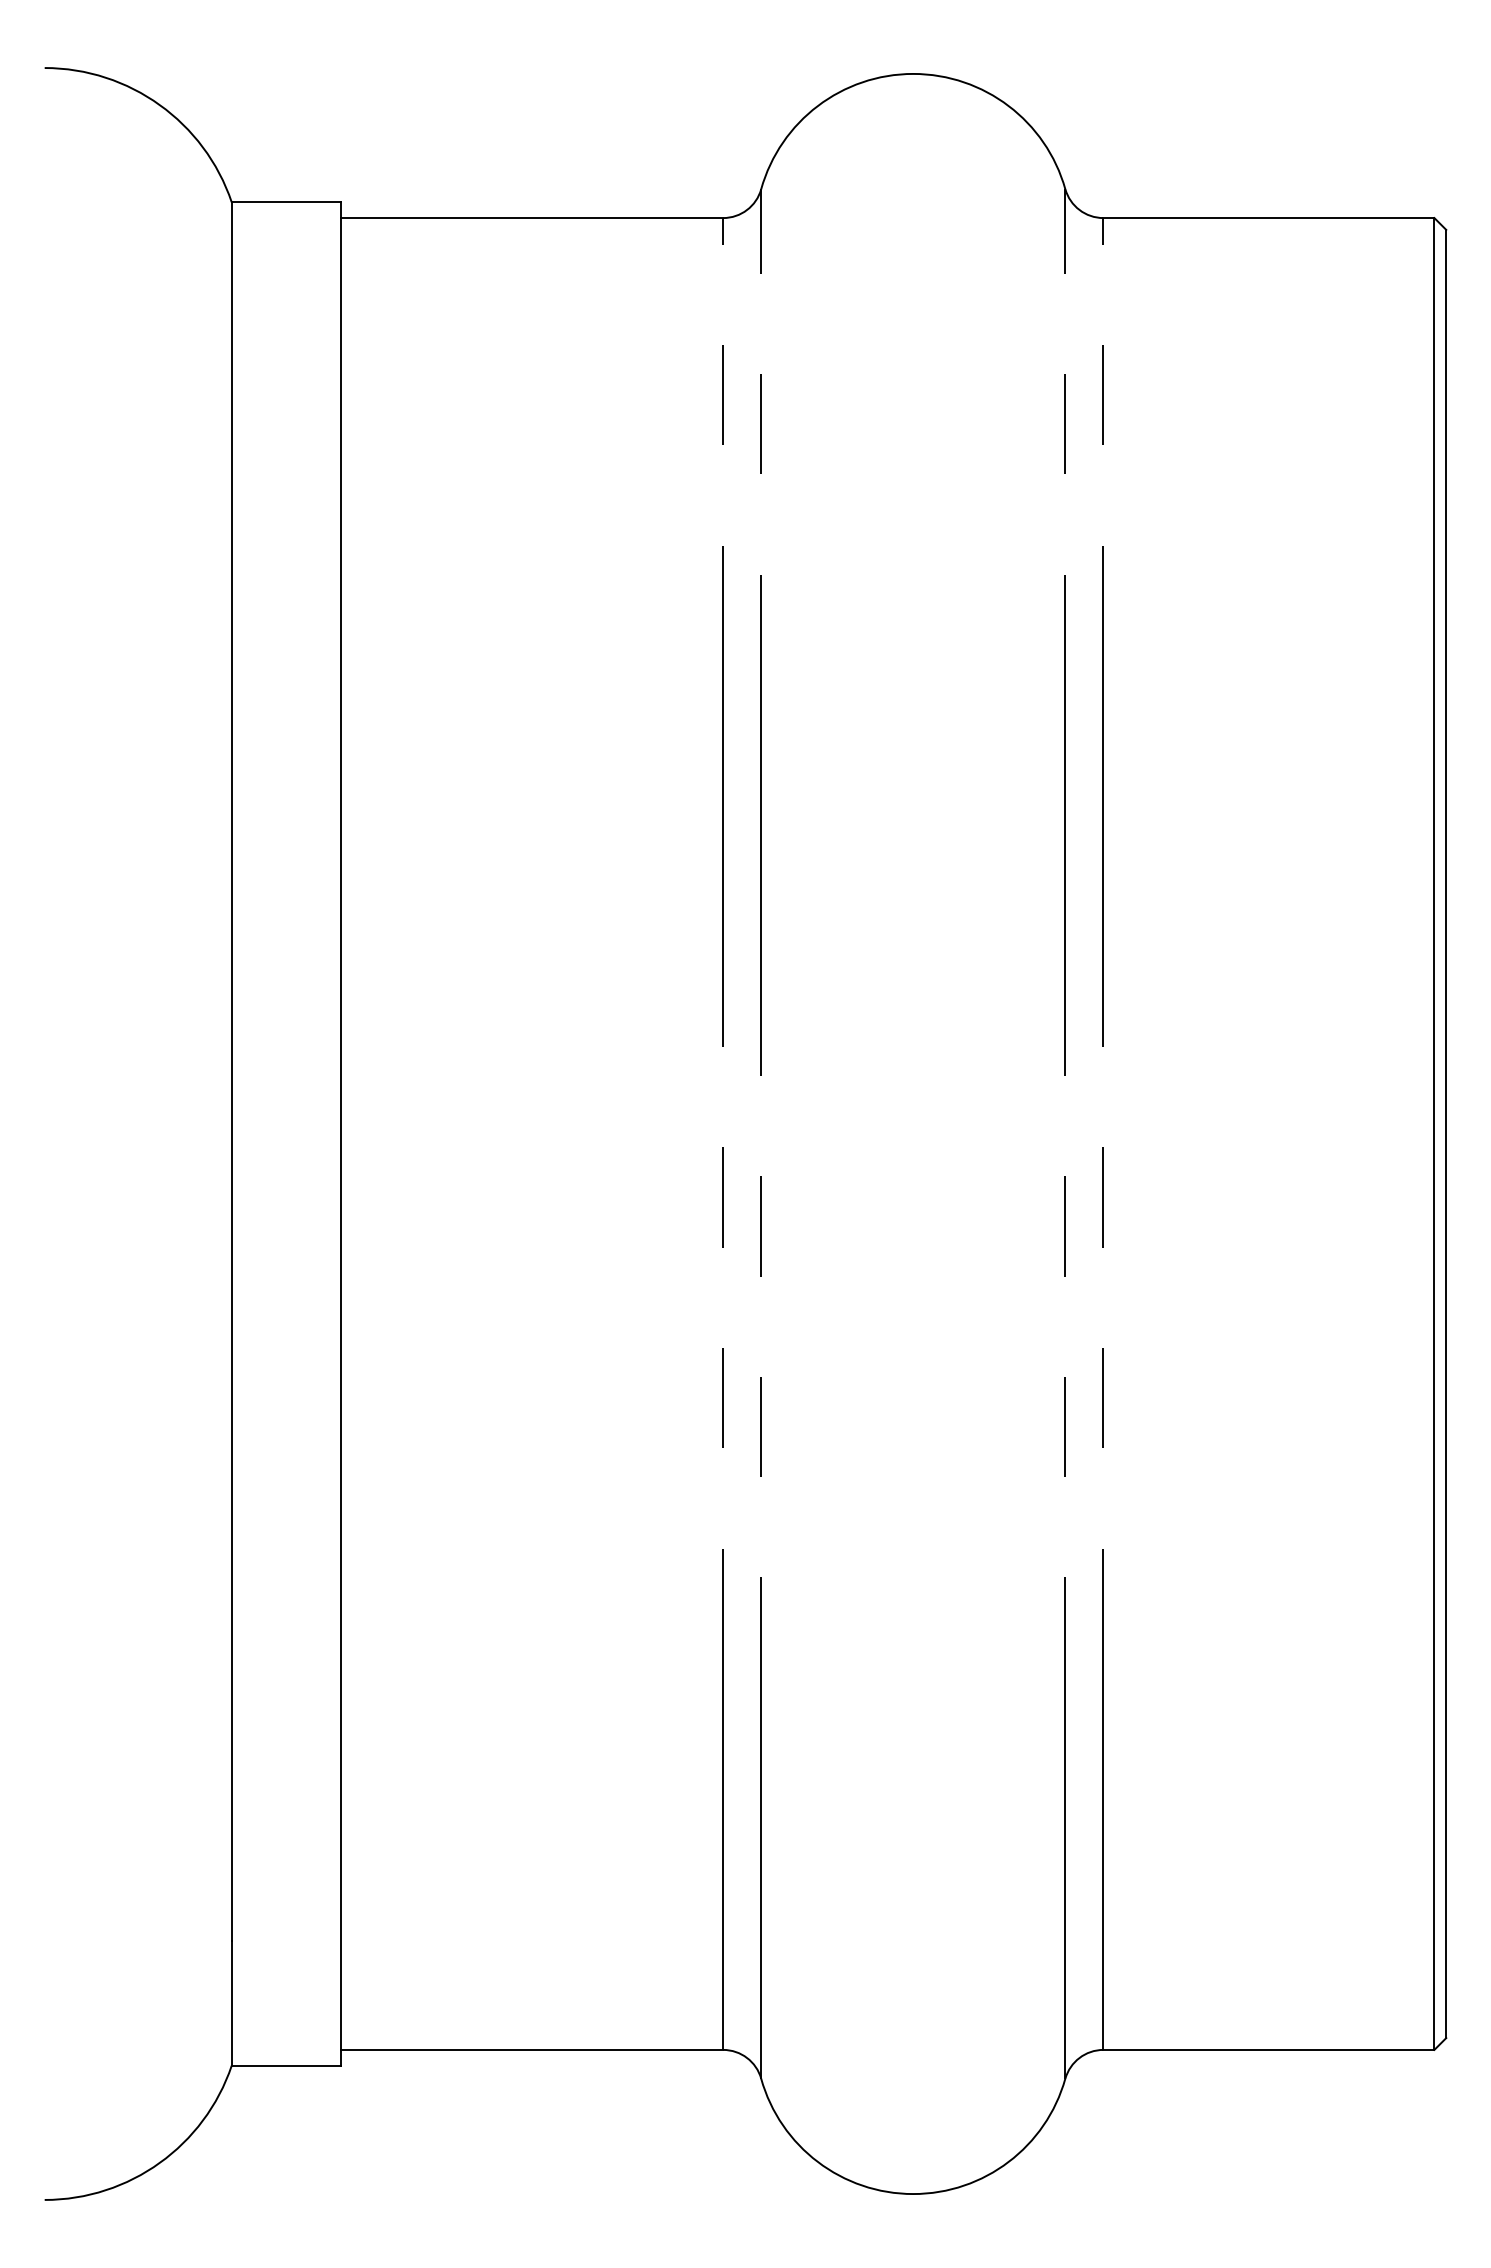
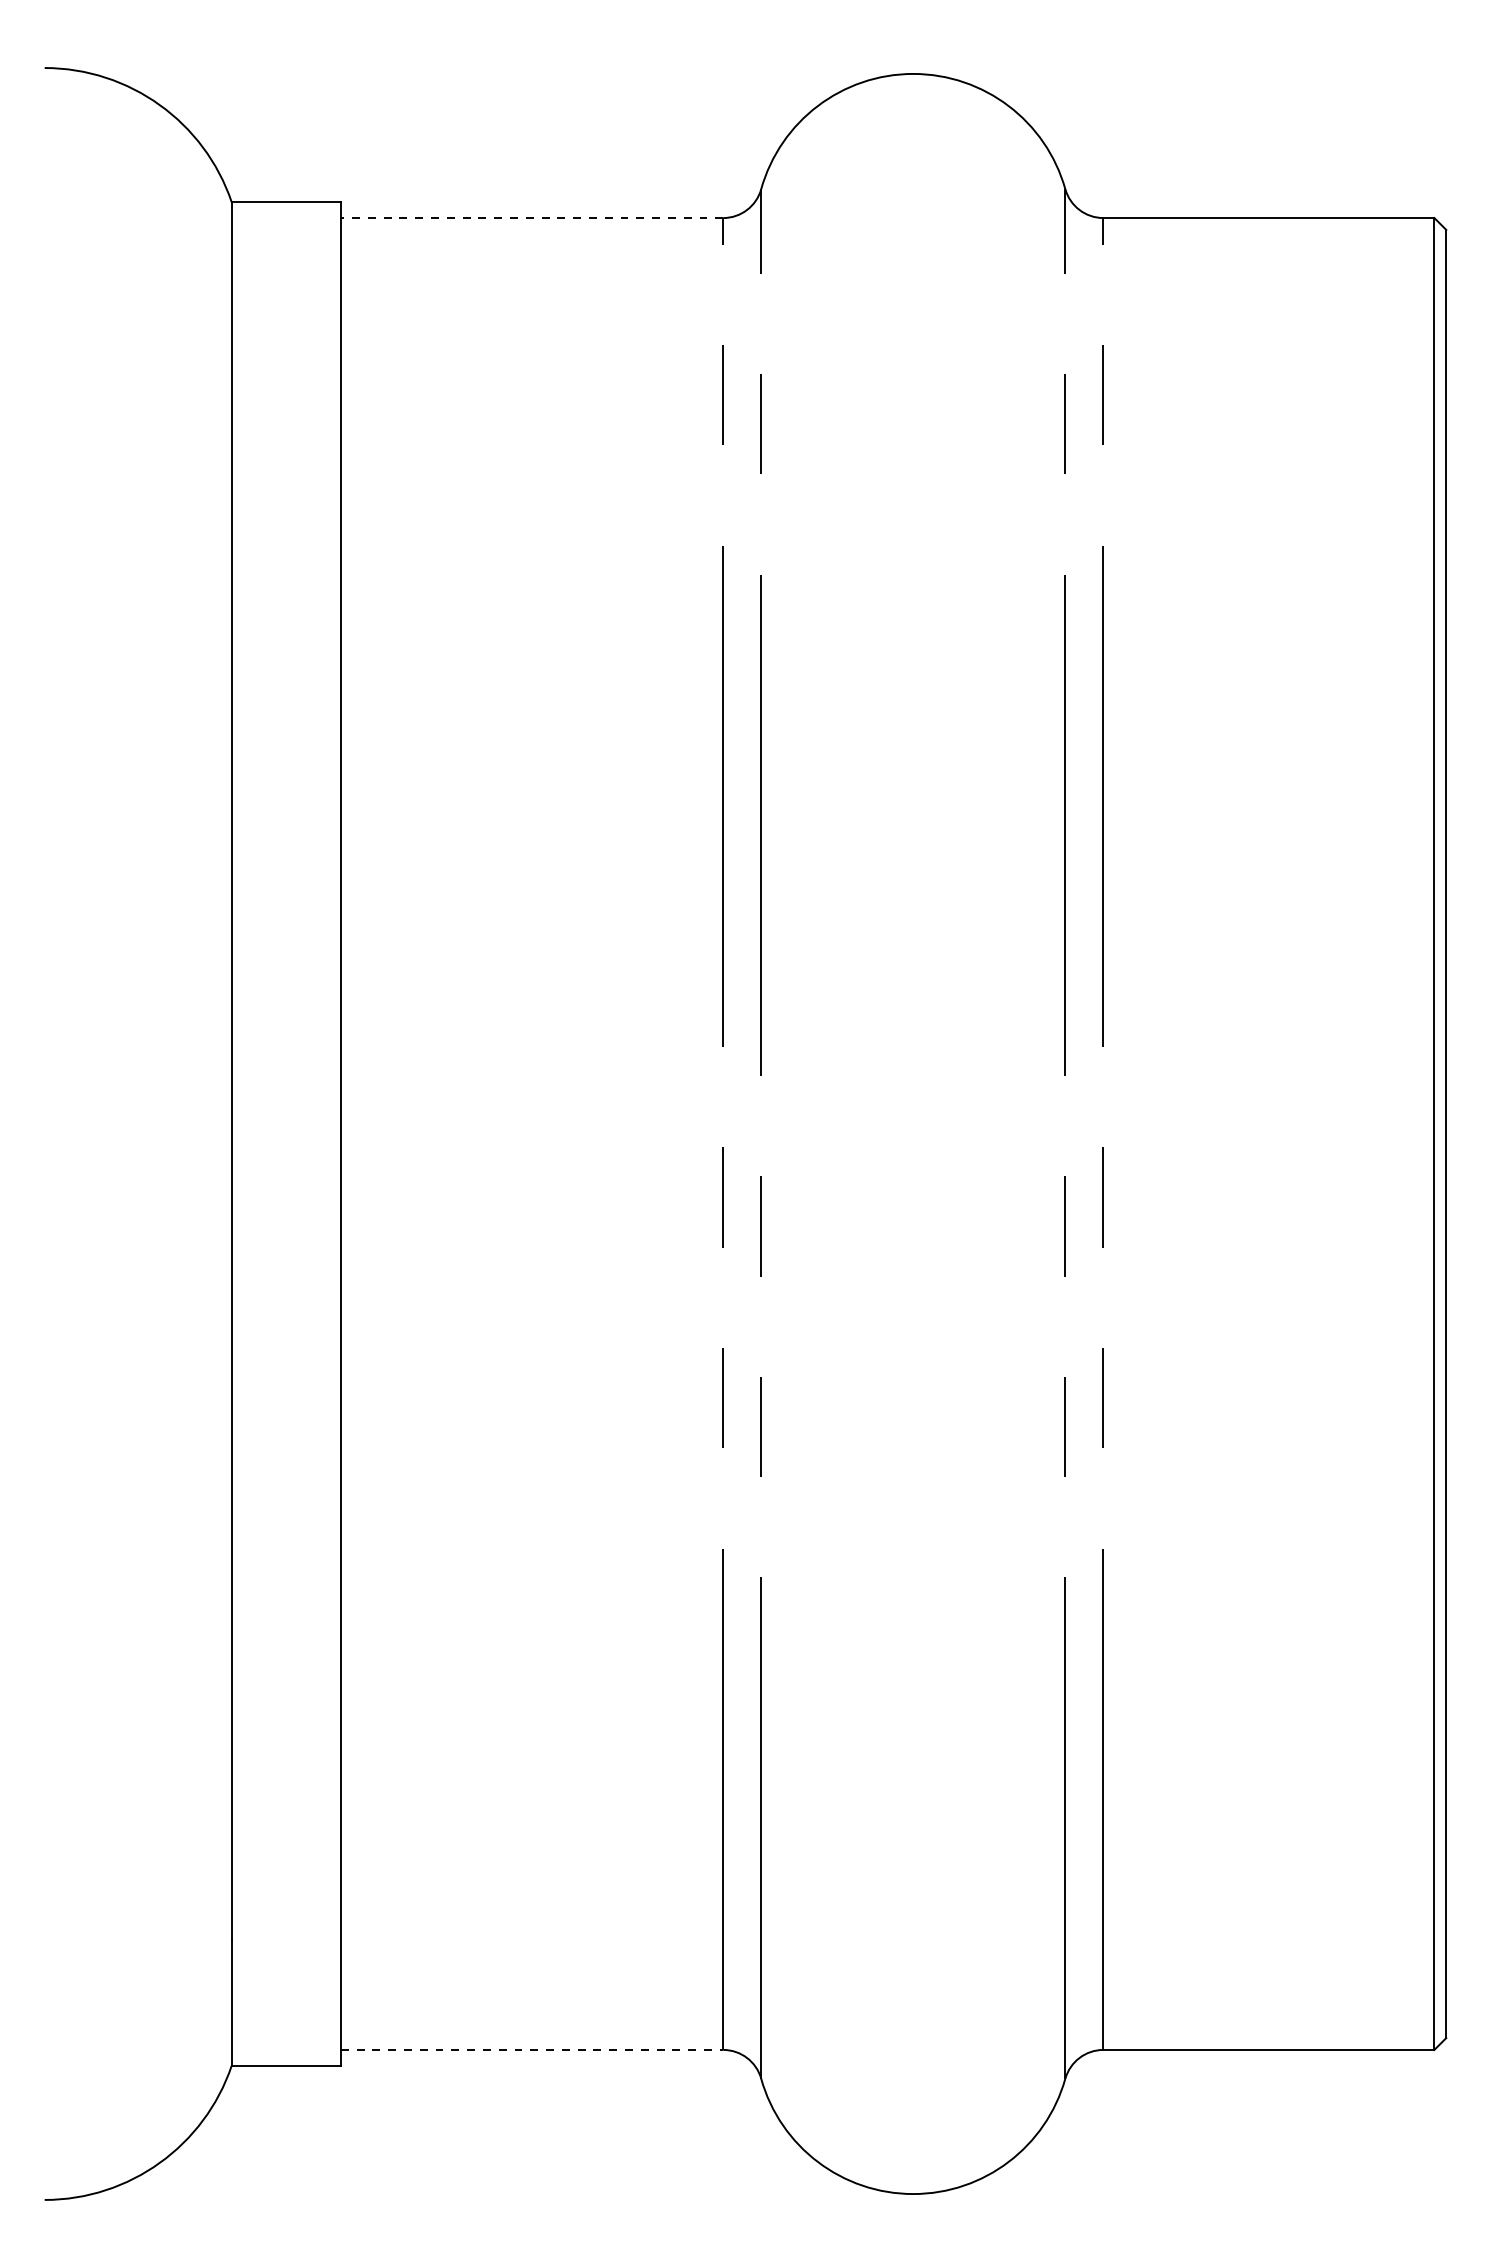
line at (531, 218): solid -> dashed
line at (532, 2049): solid -> dashed
